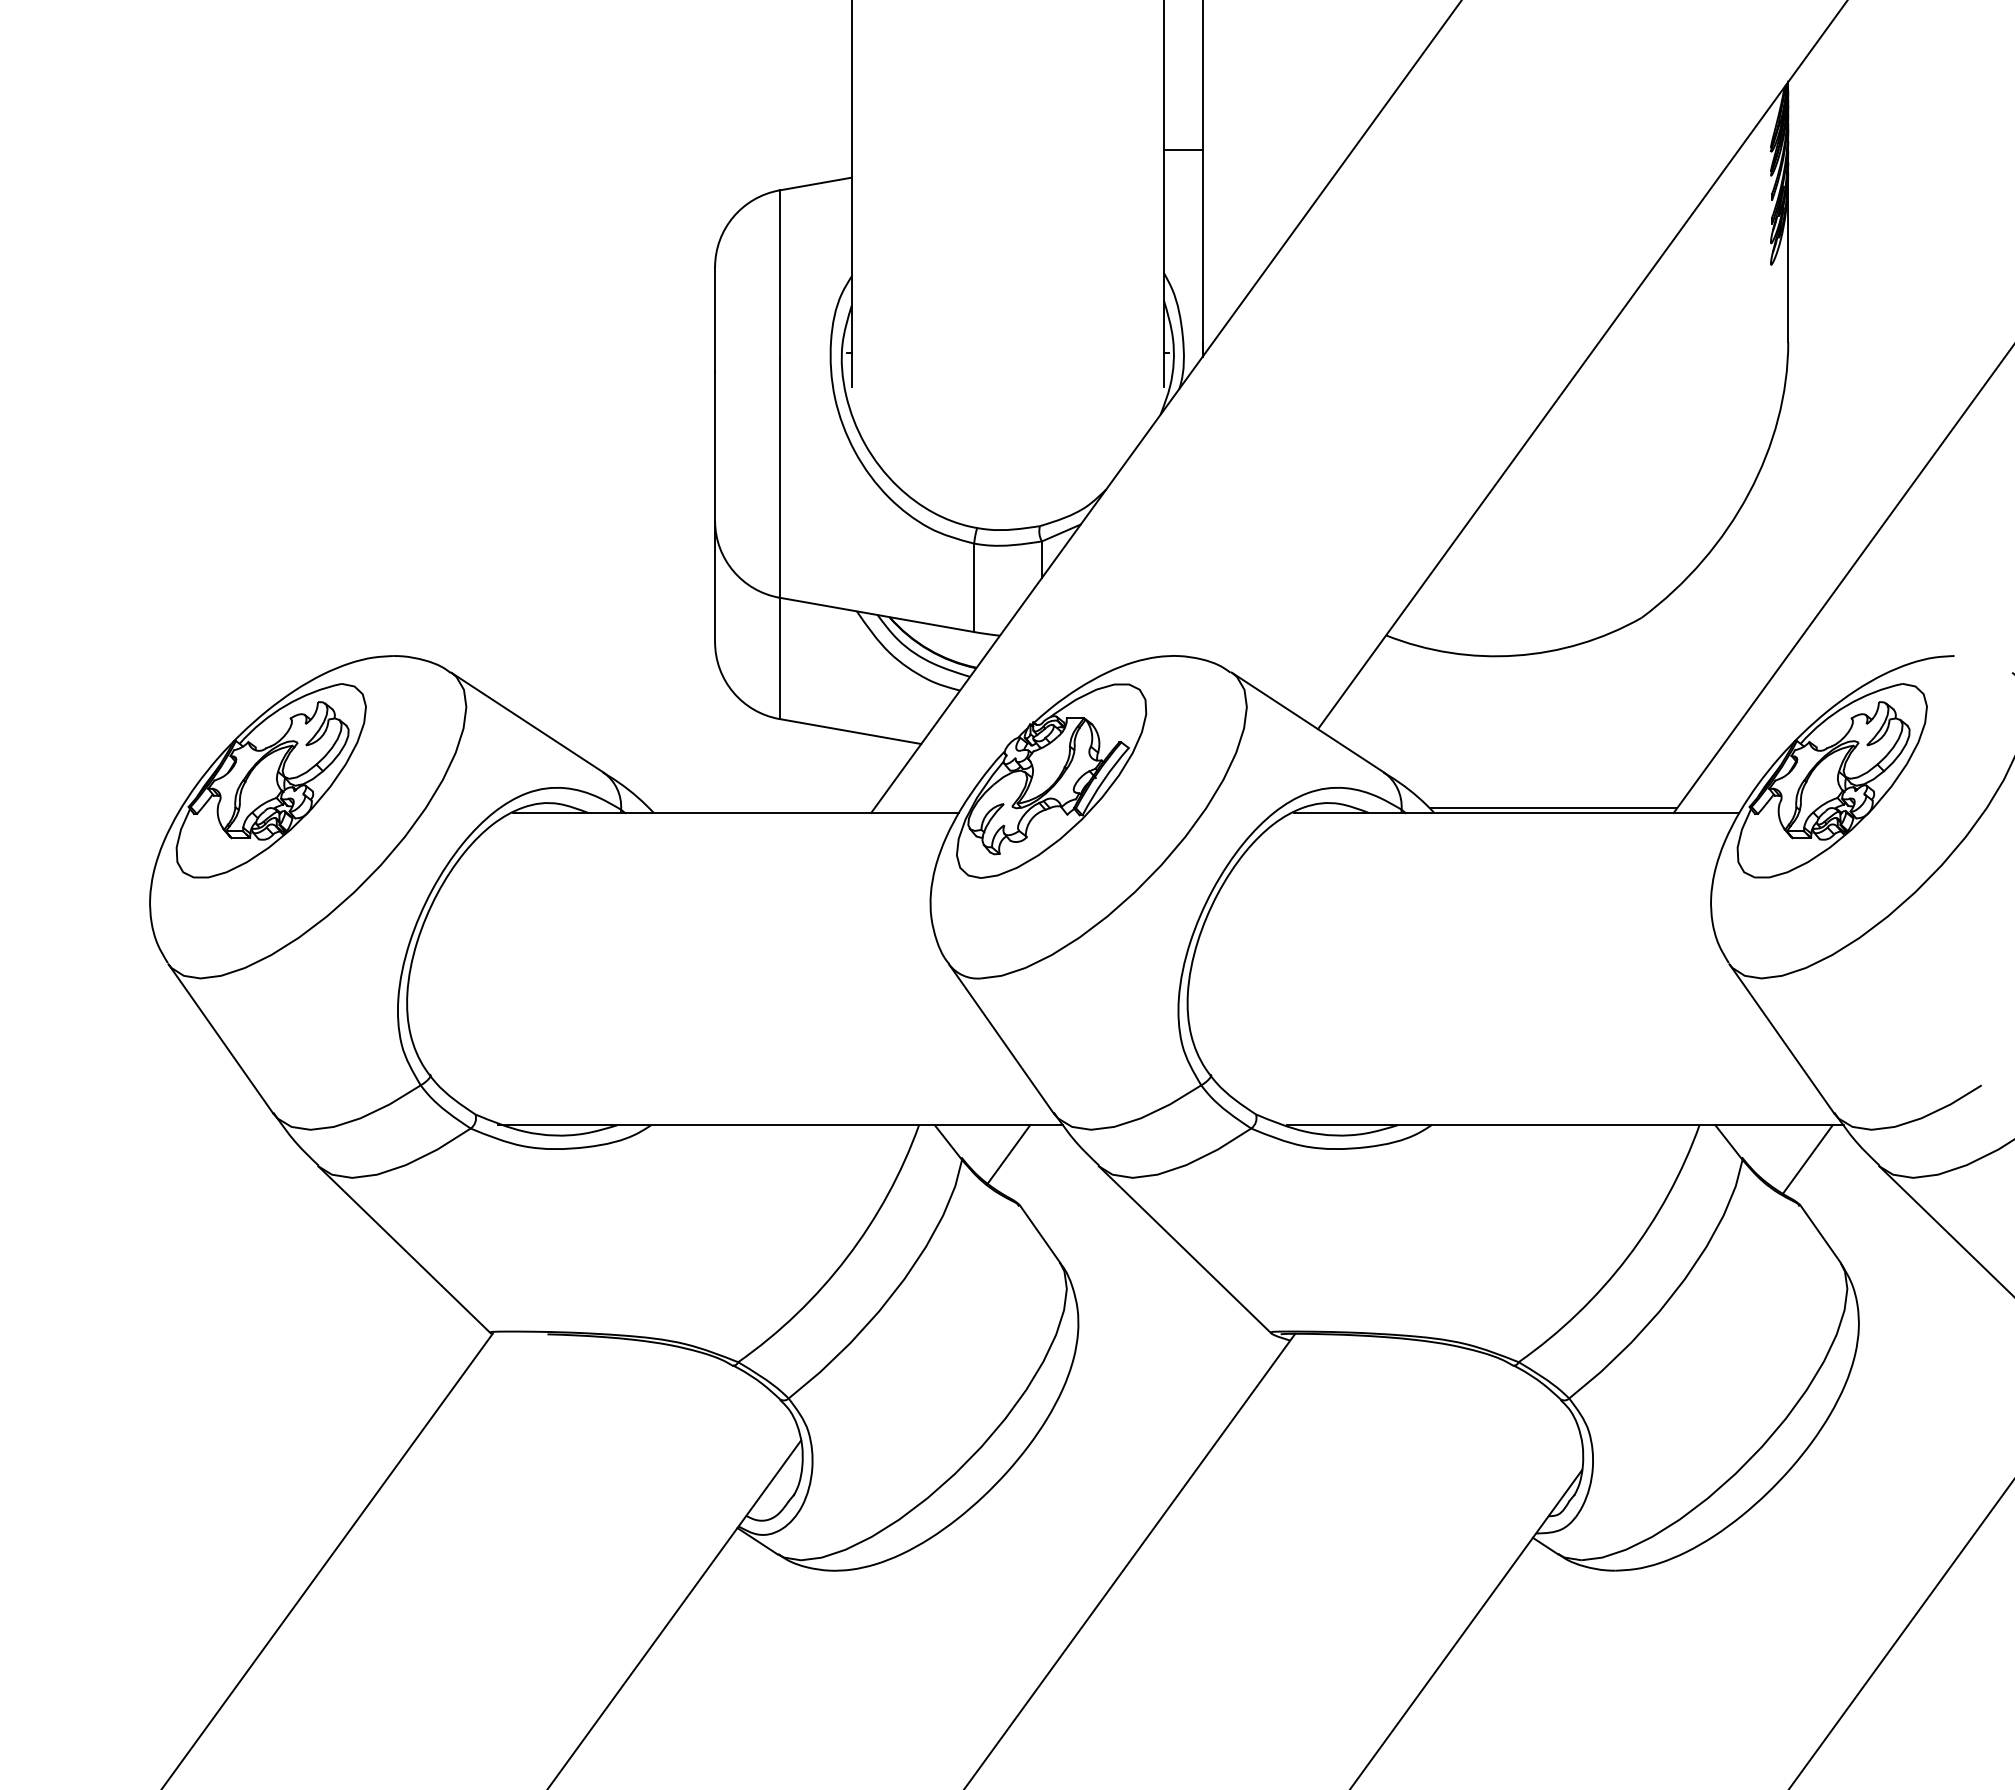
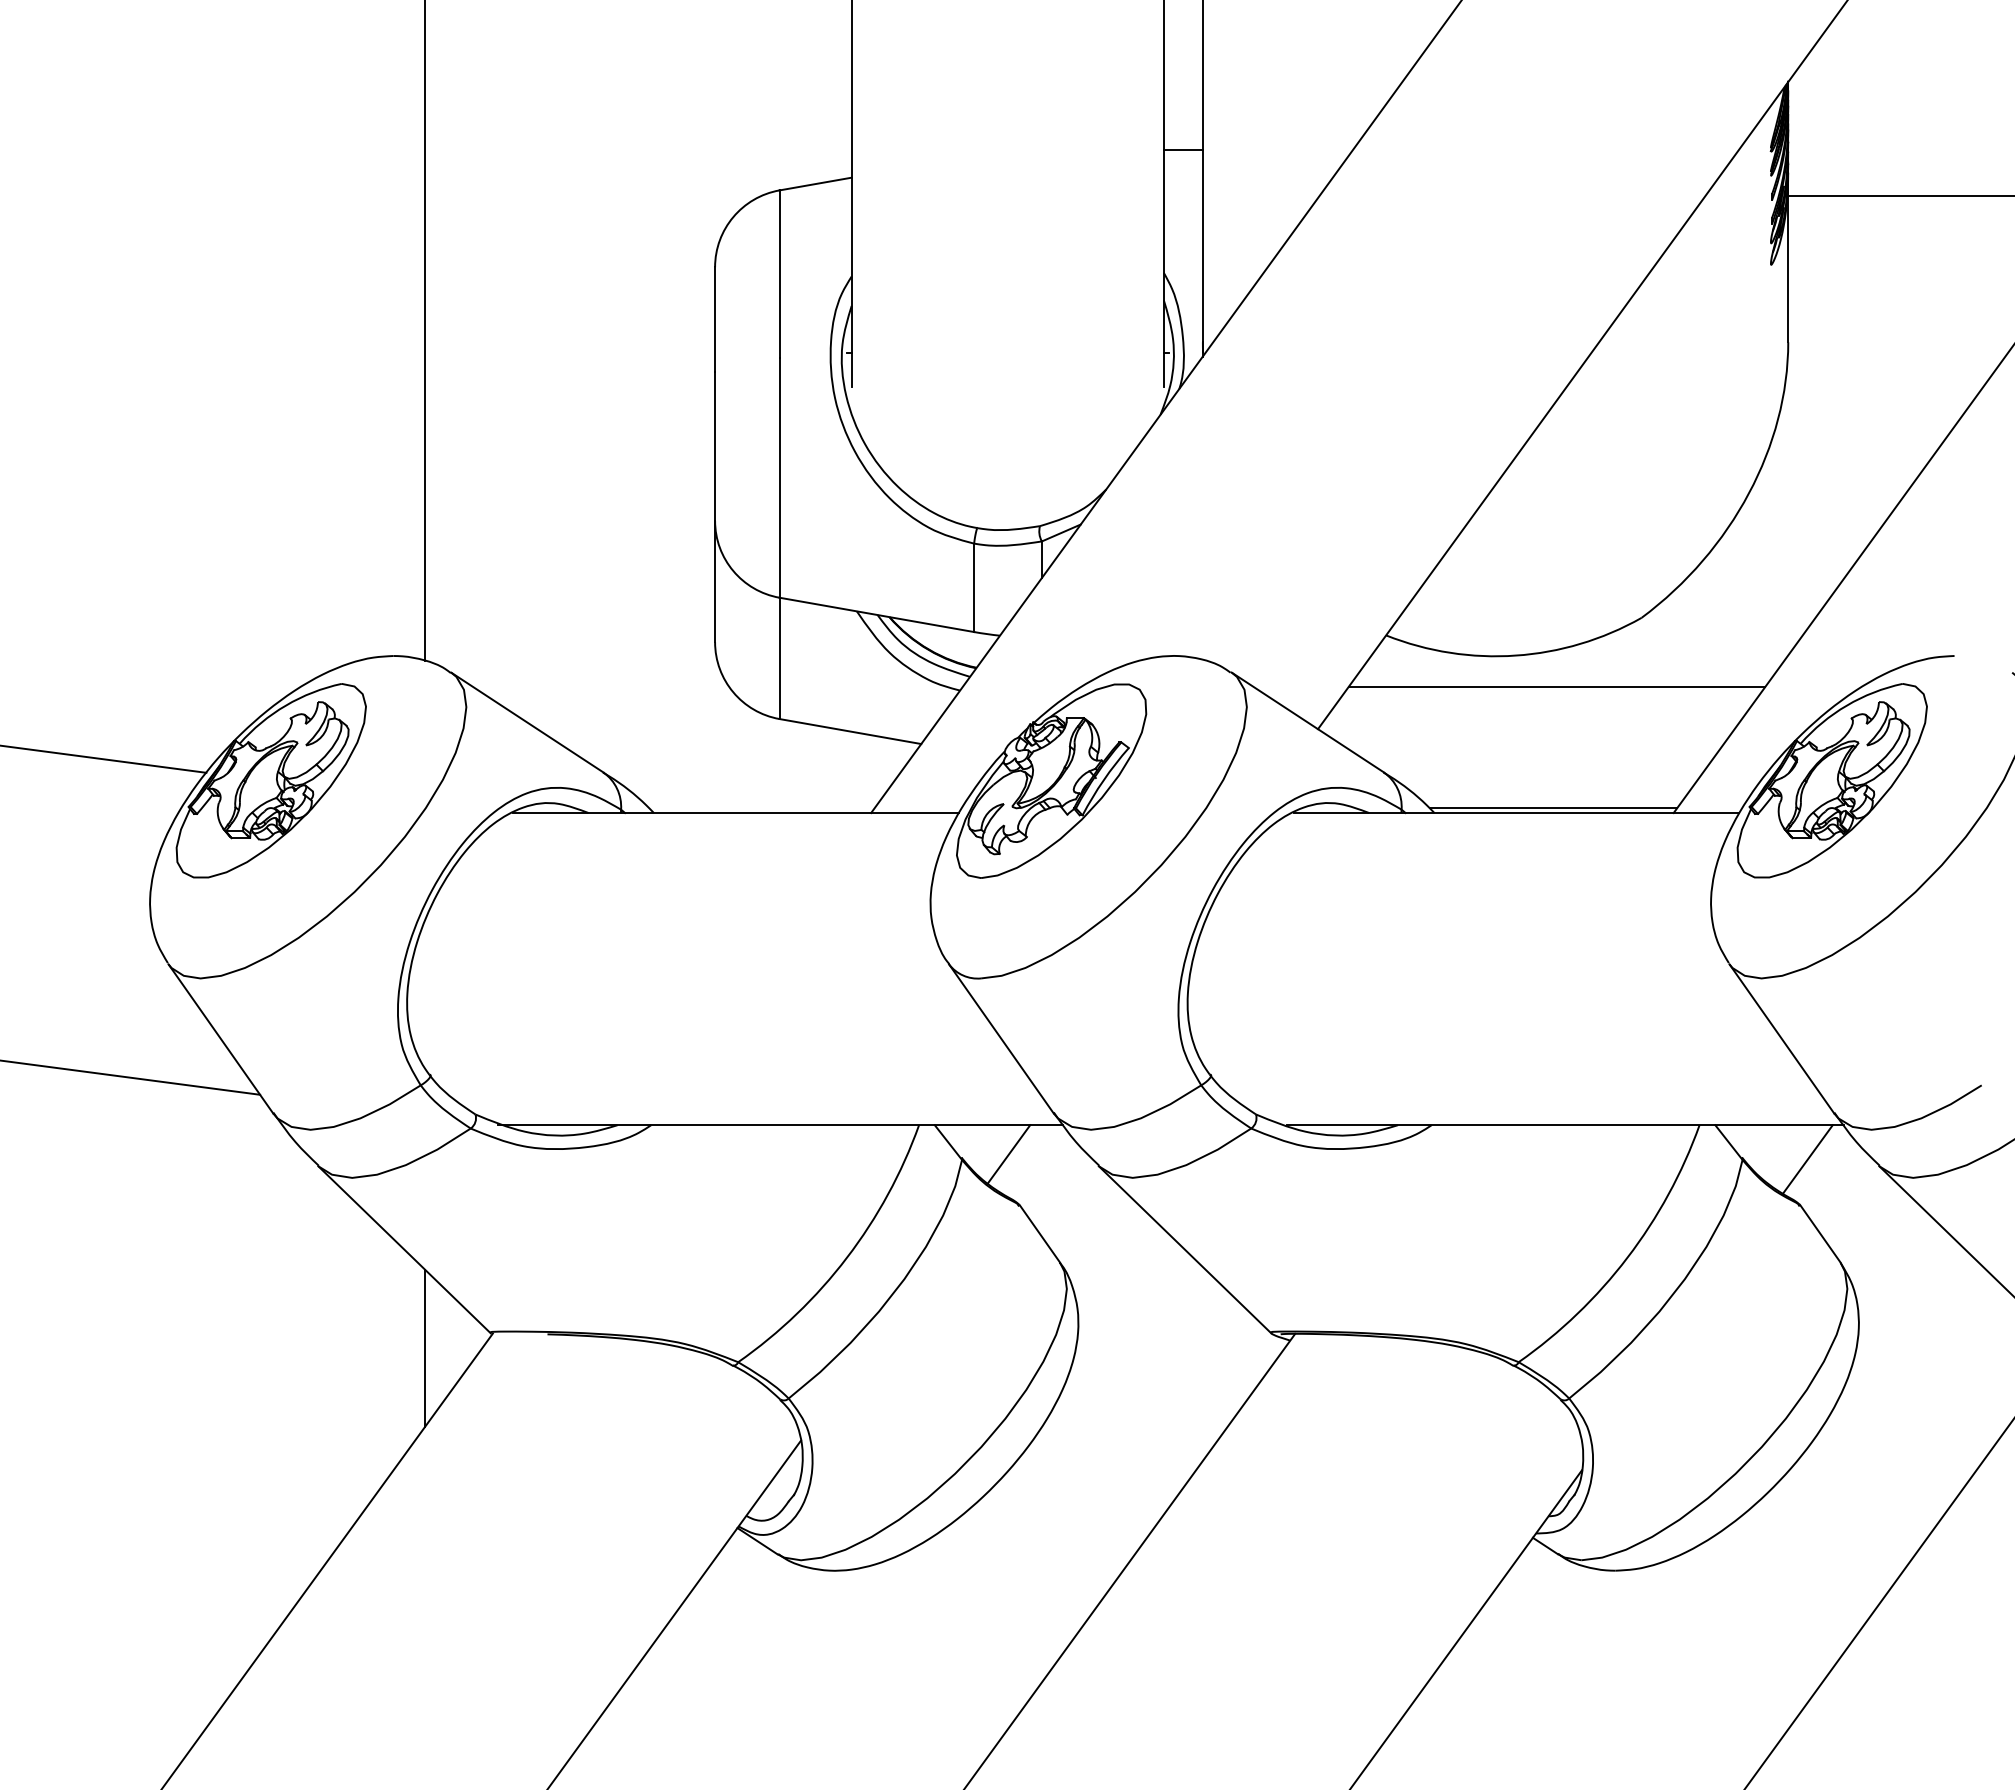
line at (1899, 195): none -> present
line at (425, 331): none -> present
line at (1556, 686): none -> present
line at (104, 758): none -> present
line at (131, 1077): none -> present
line at (425, 1347): none -> present
line at (1900, 1634) position: (1900, 1634) -> (1878, 1604)
